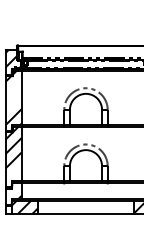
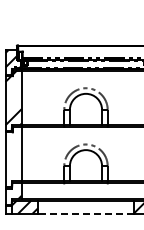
hatch at (13, 147): present -> none
line at (85, 213): solid -> dashed
